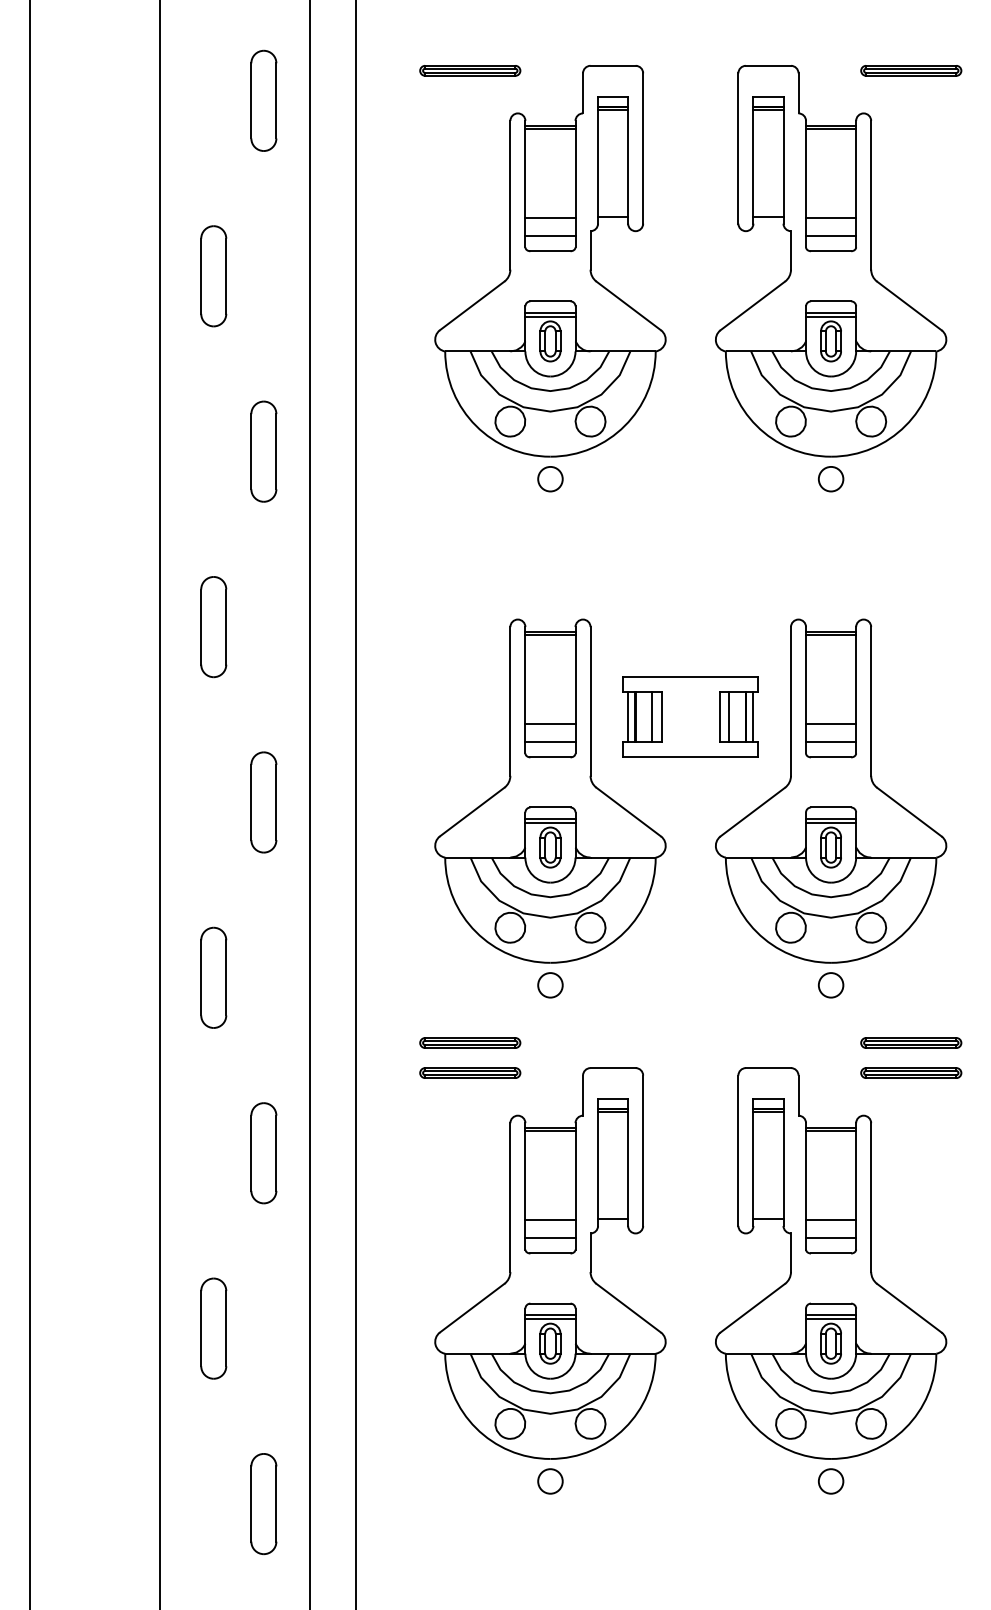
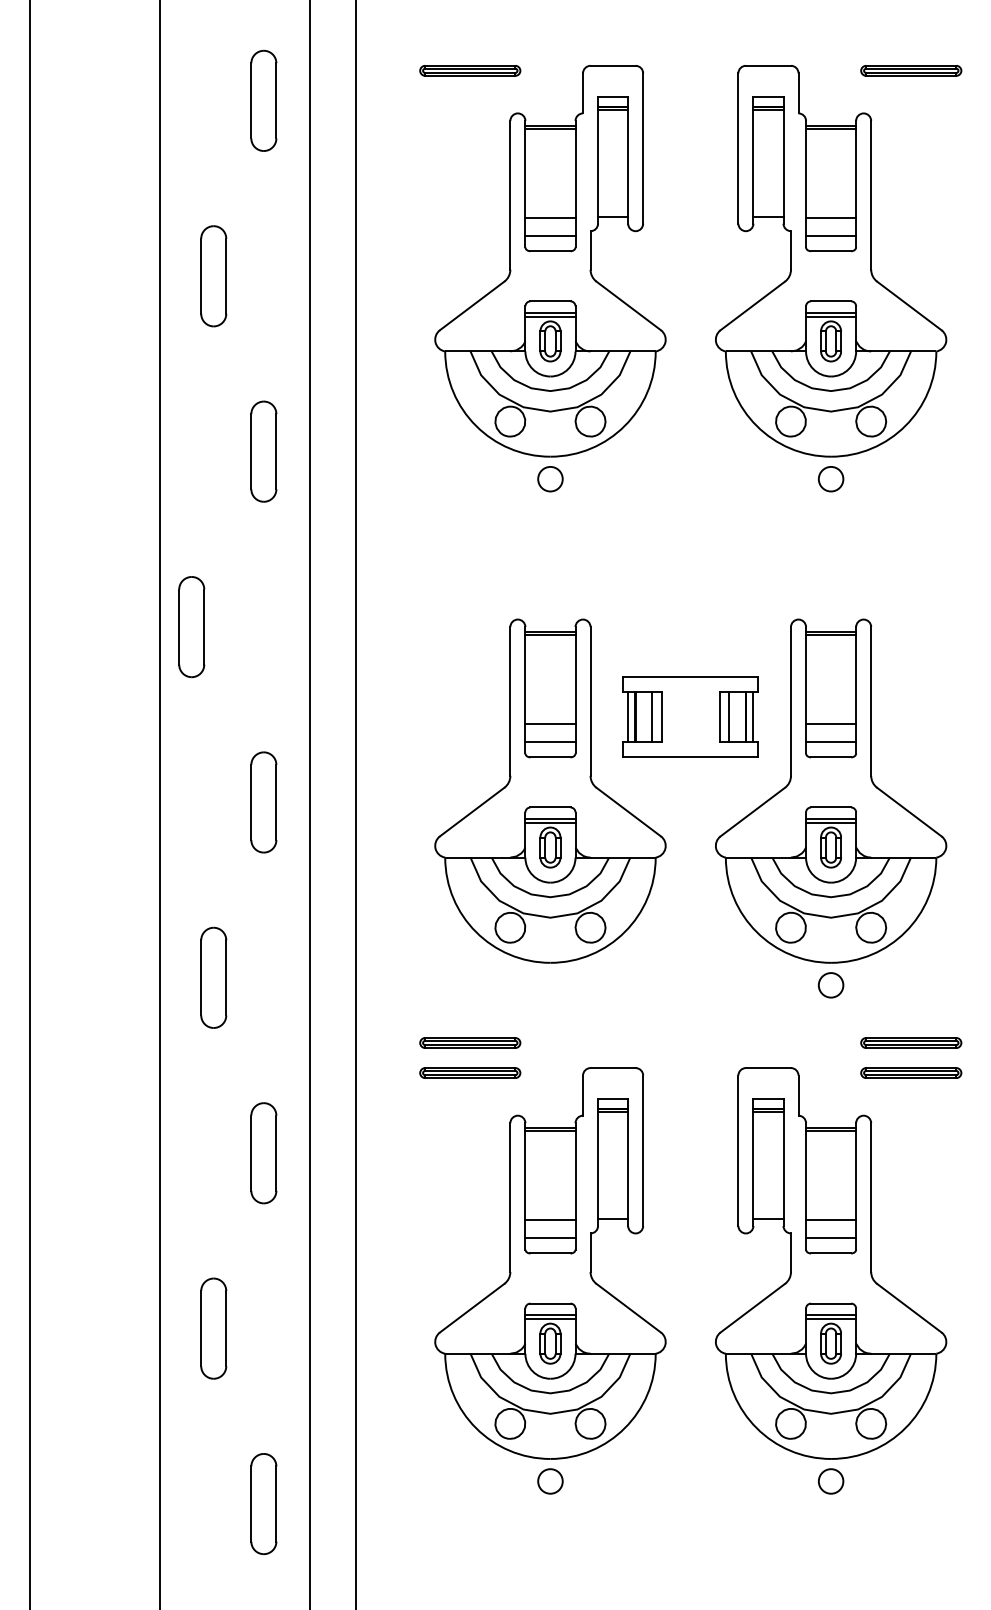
part at (213, 627) position: (213, 627) -> (191, 627)
circle at (550, 985): present -> none
